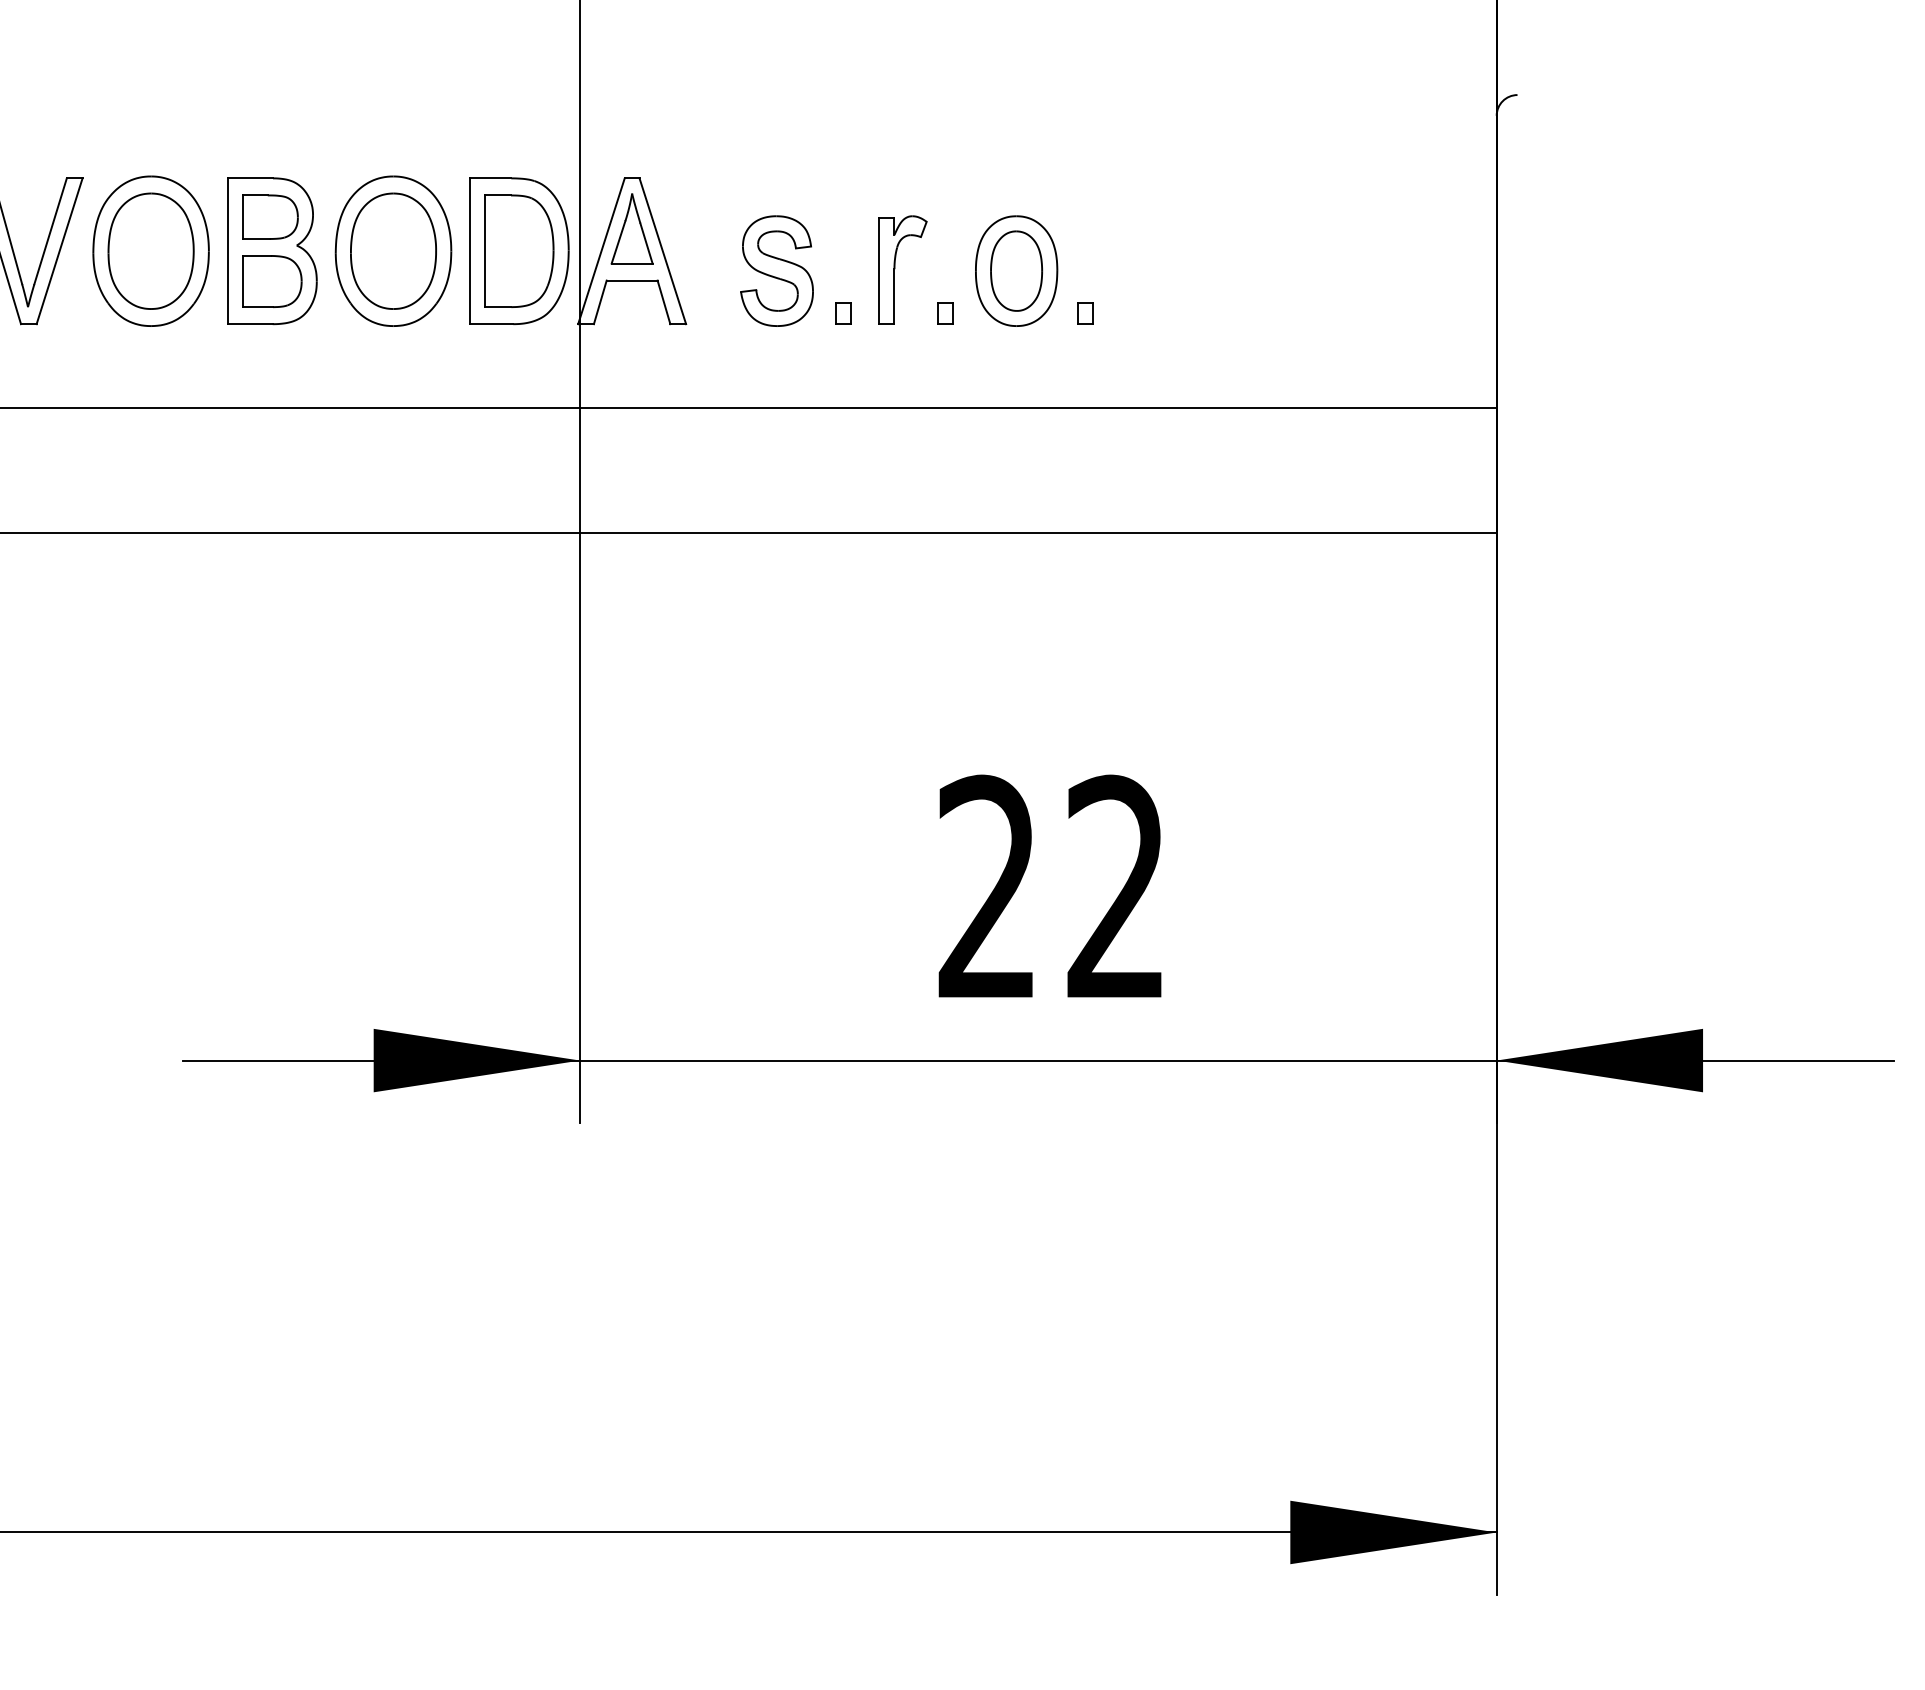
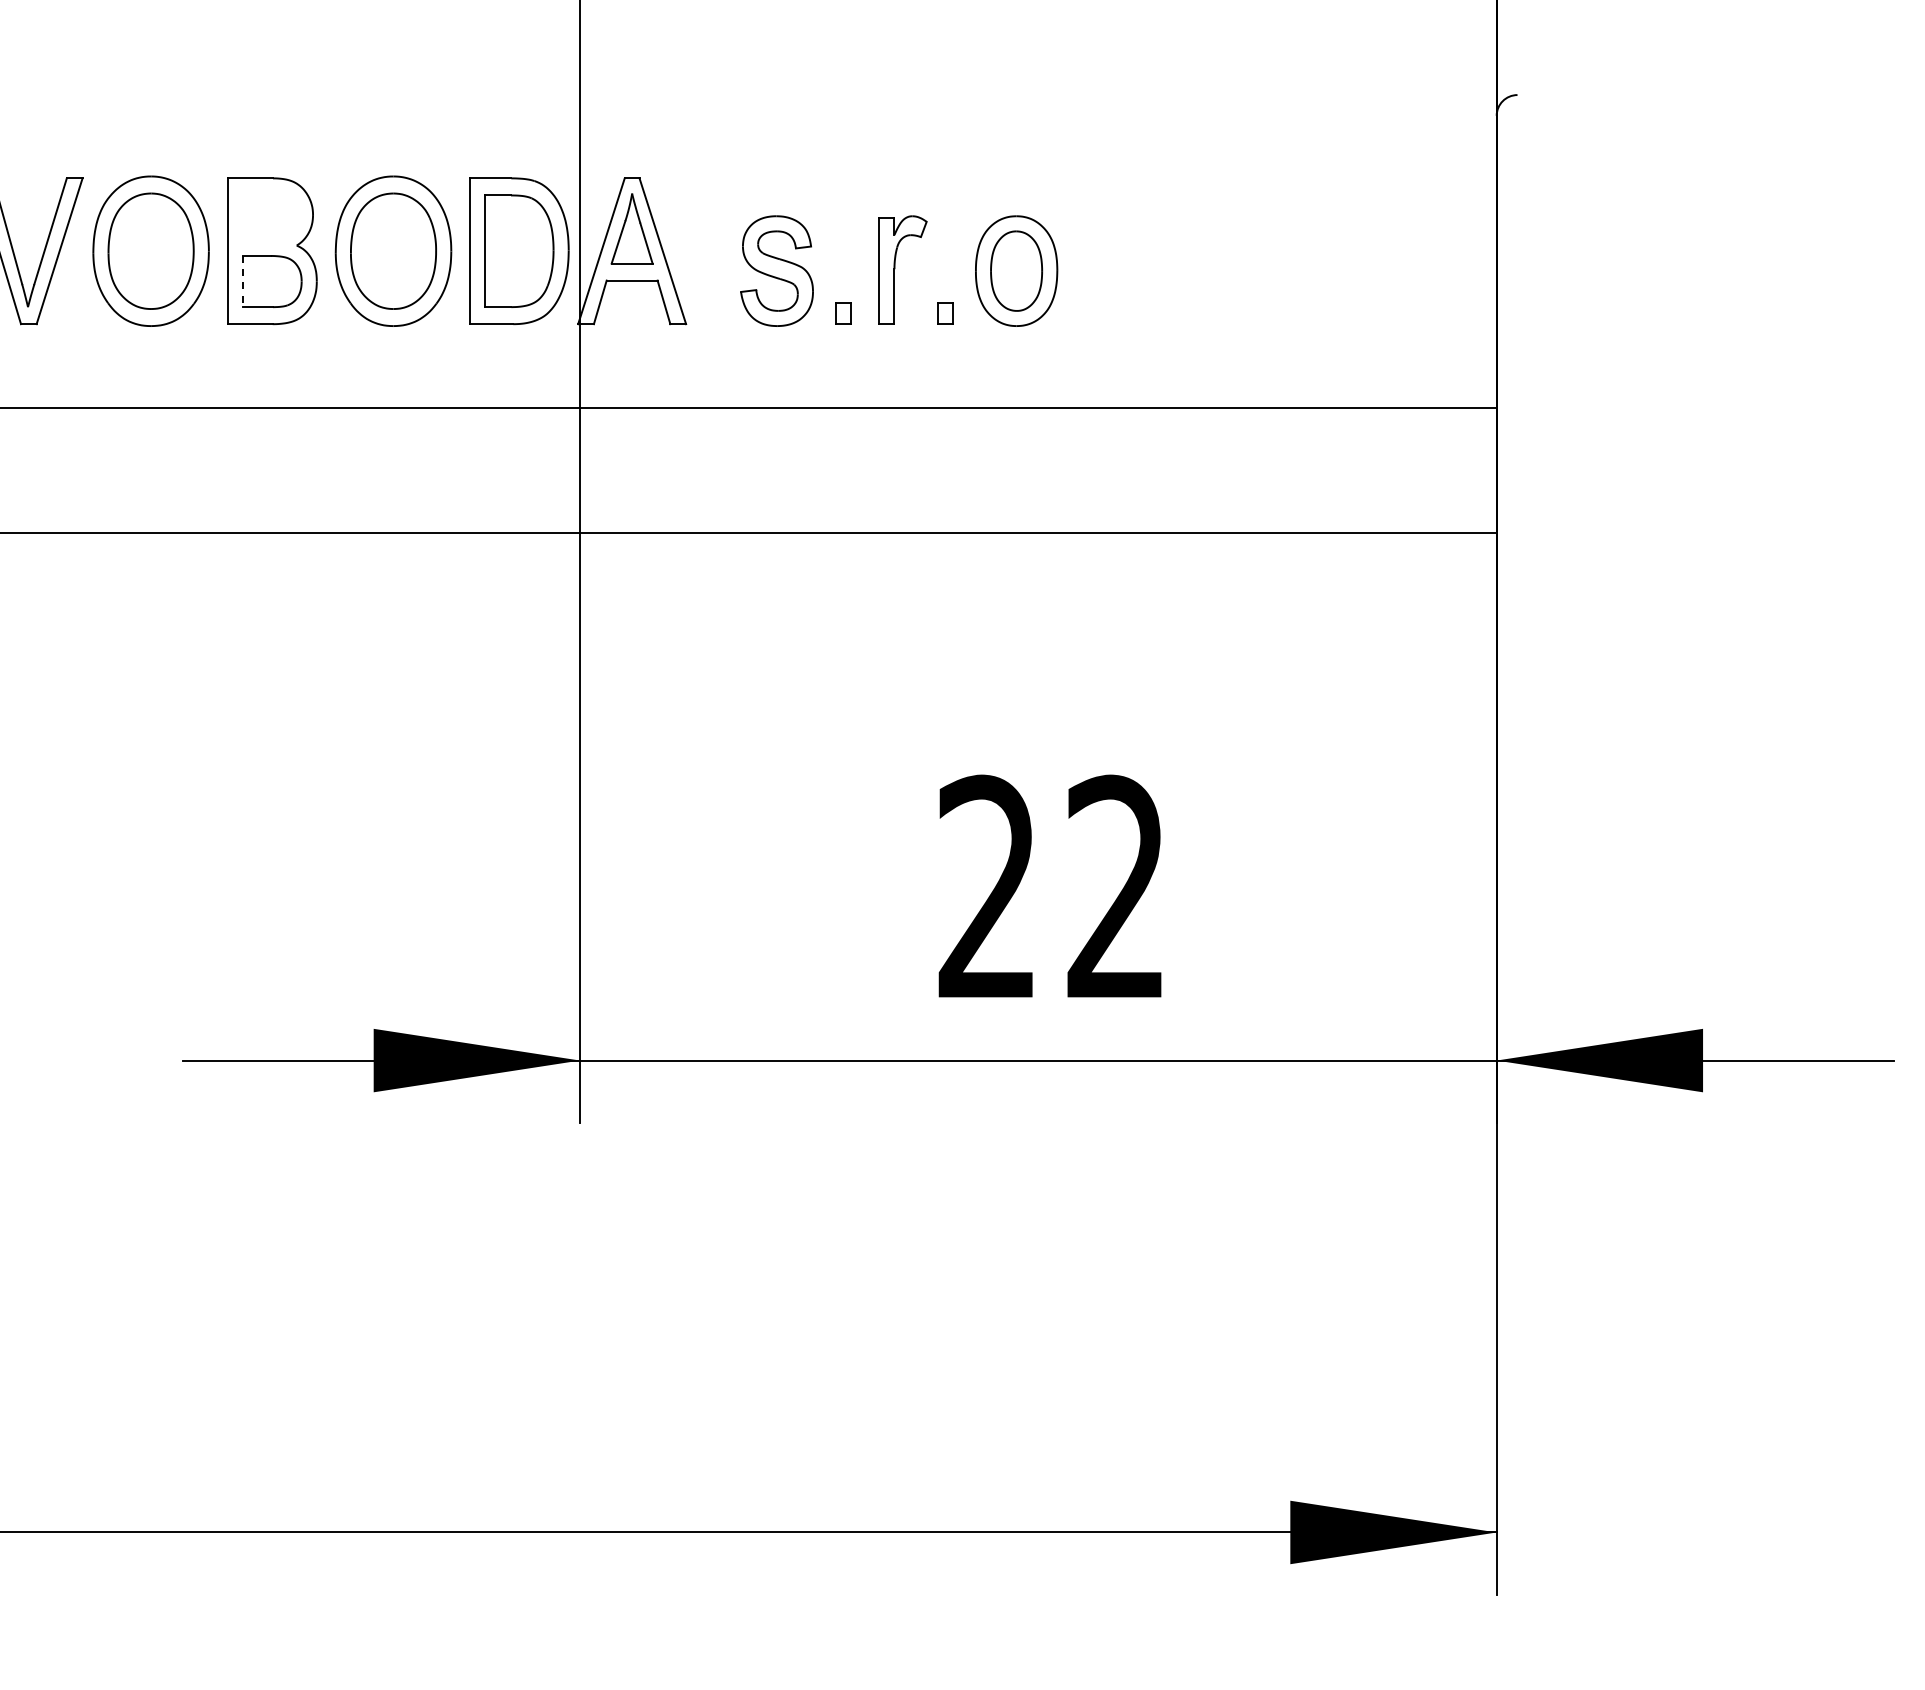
part at (270, 216): present -> none
line at (242, 281): solid -> dashed
part at (1085, 313): present -> none
